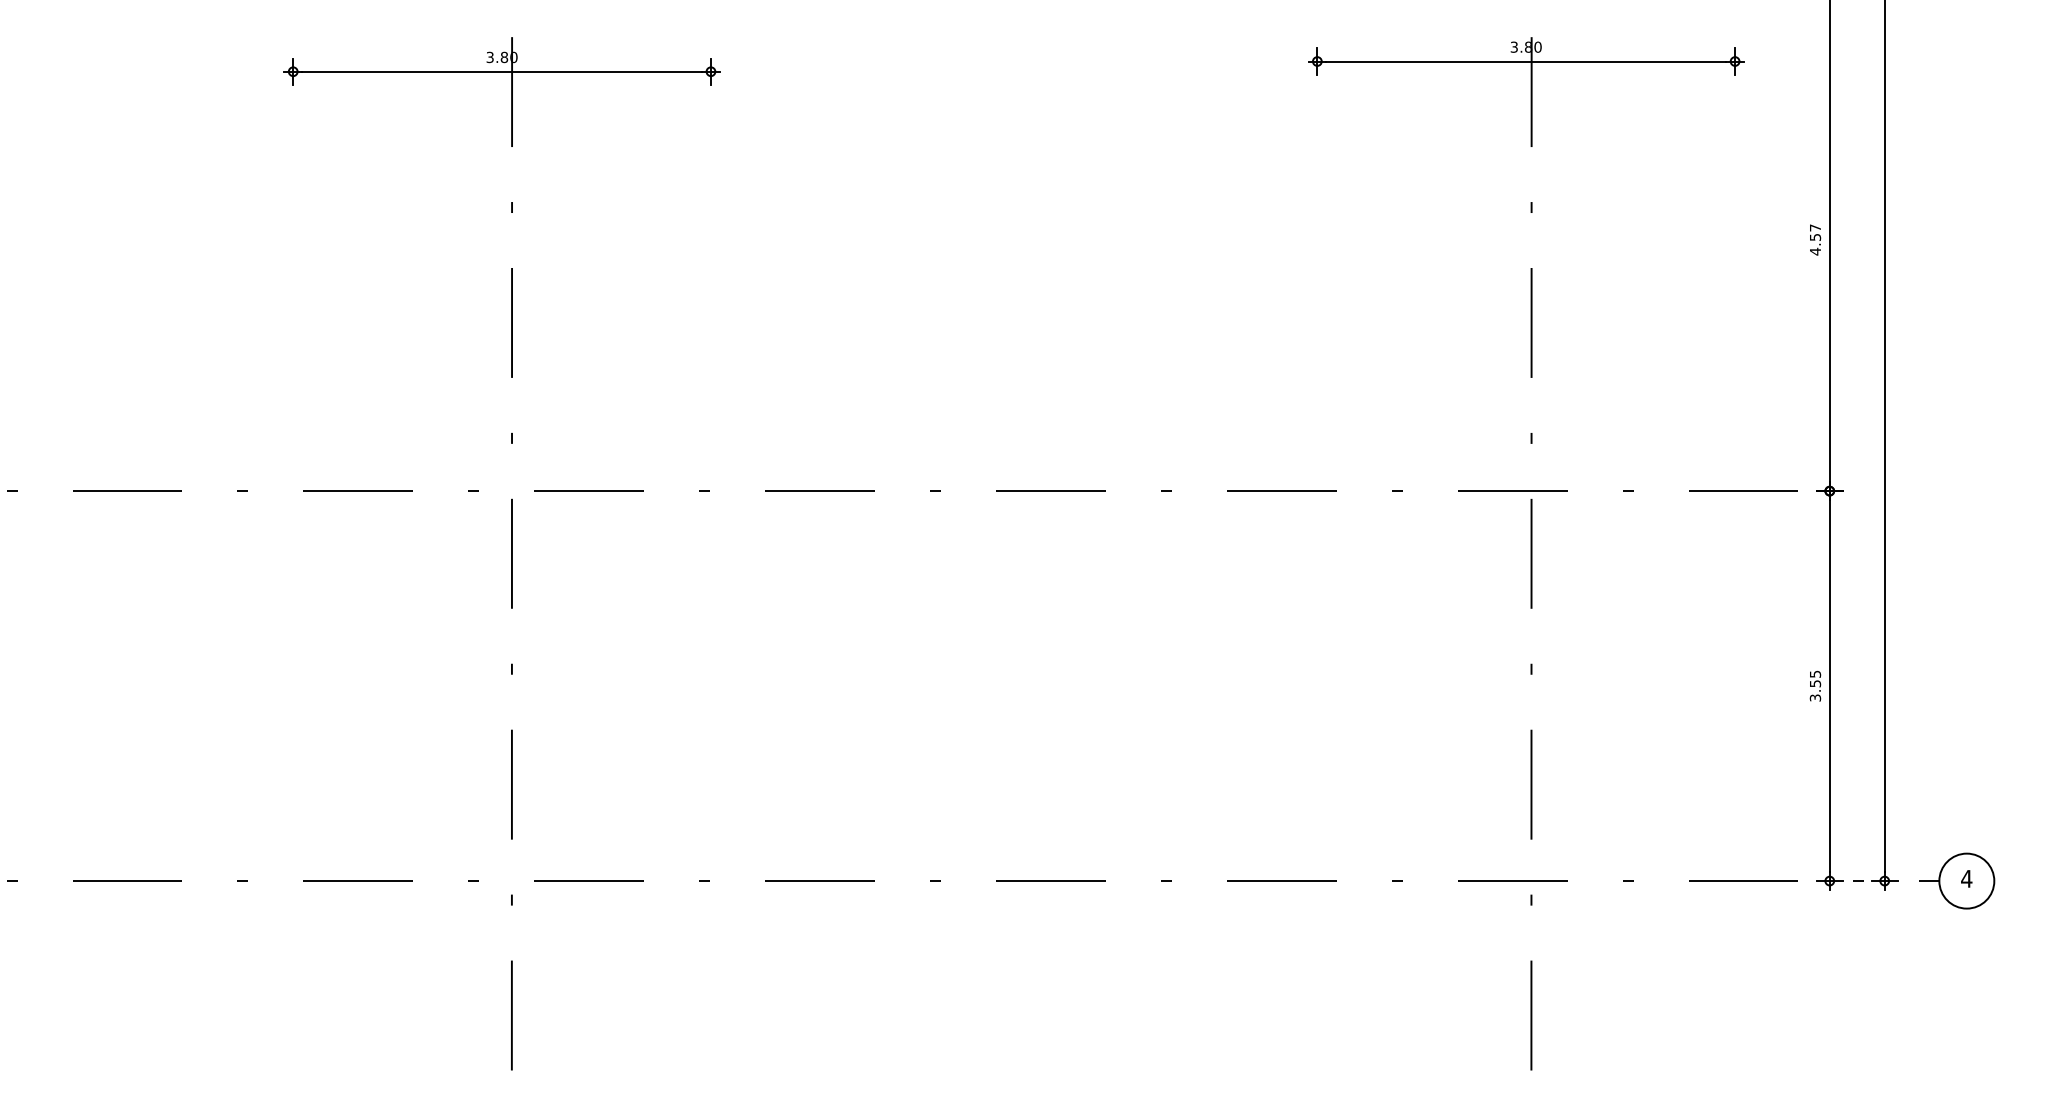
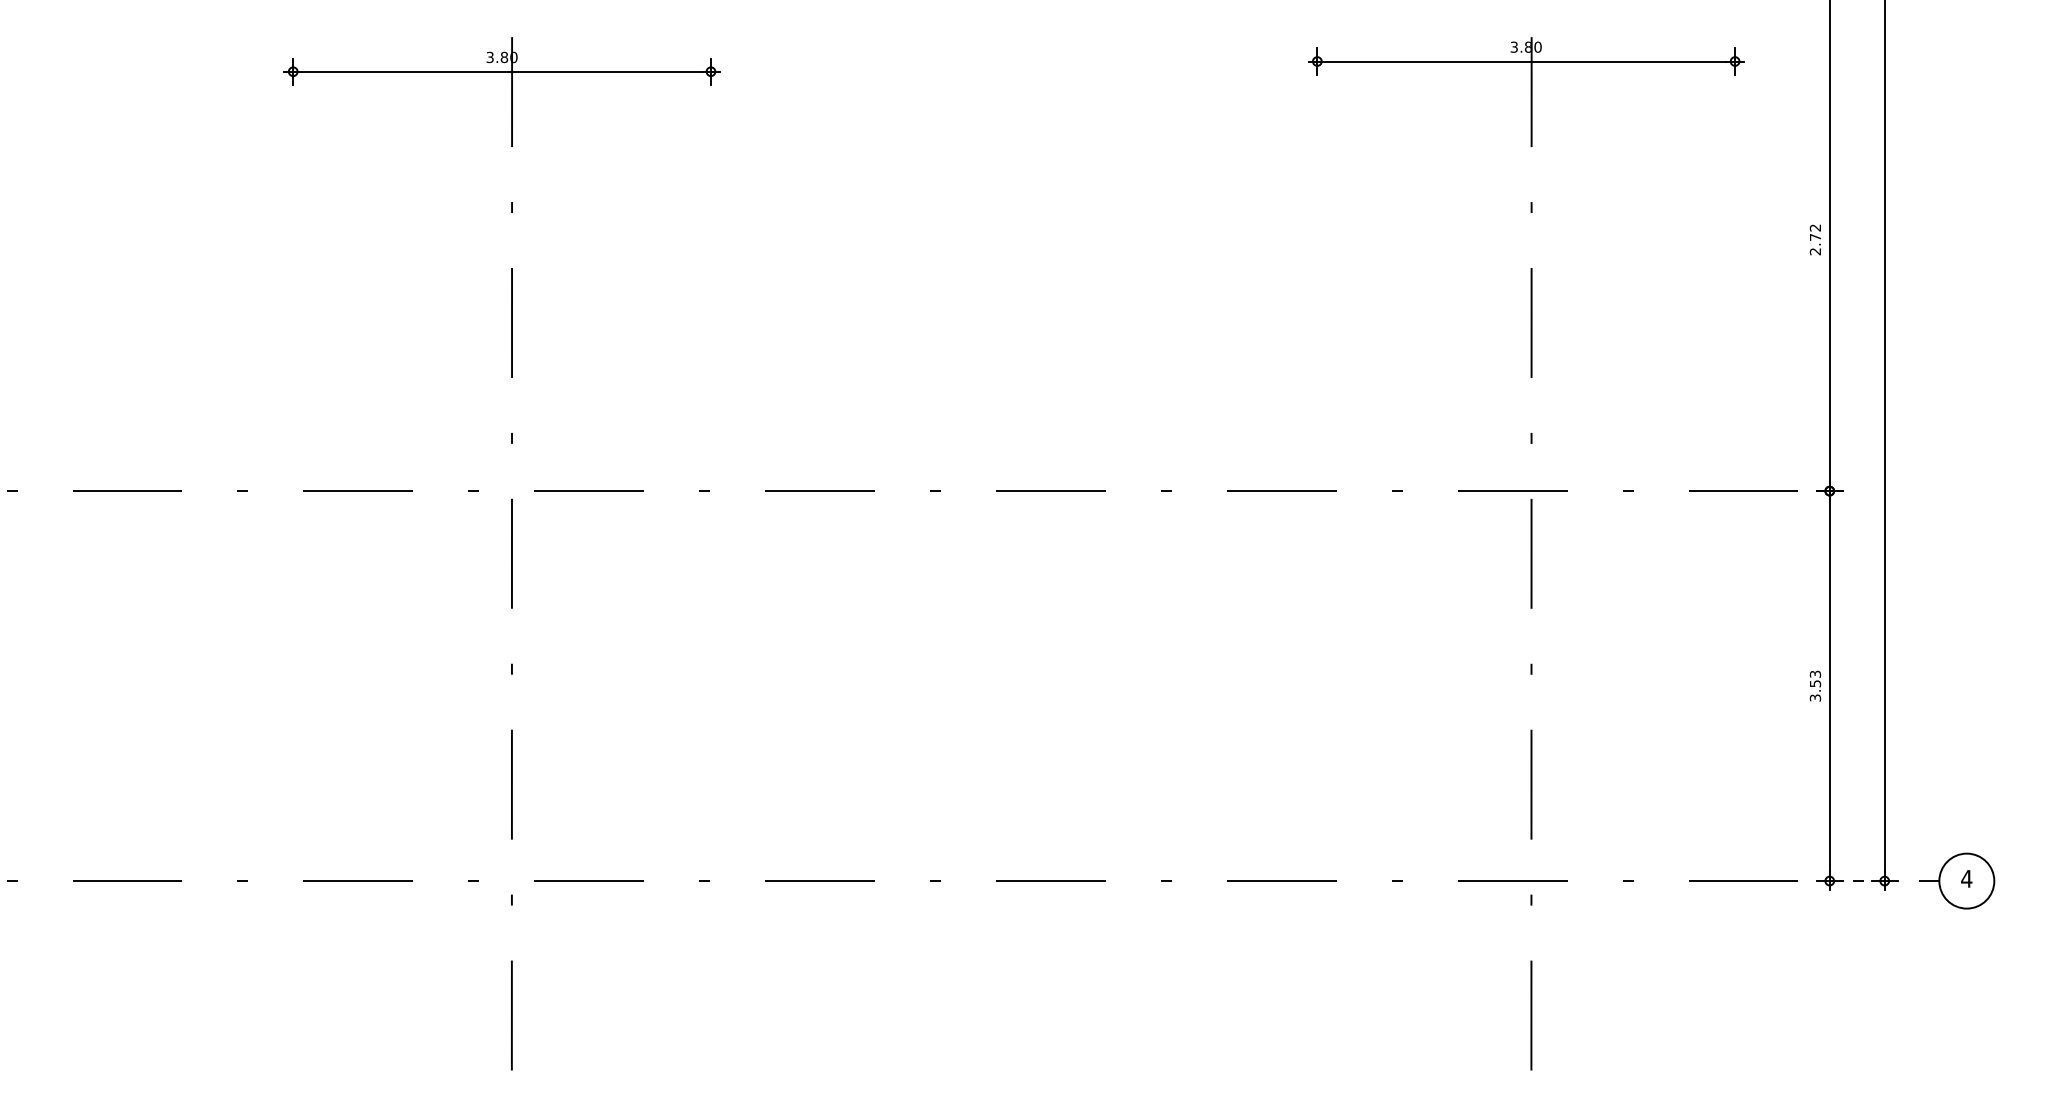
text at (1815, 239): 4.57 -> 2.72
text at (1814, 673): 3.55 -> 3.53
